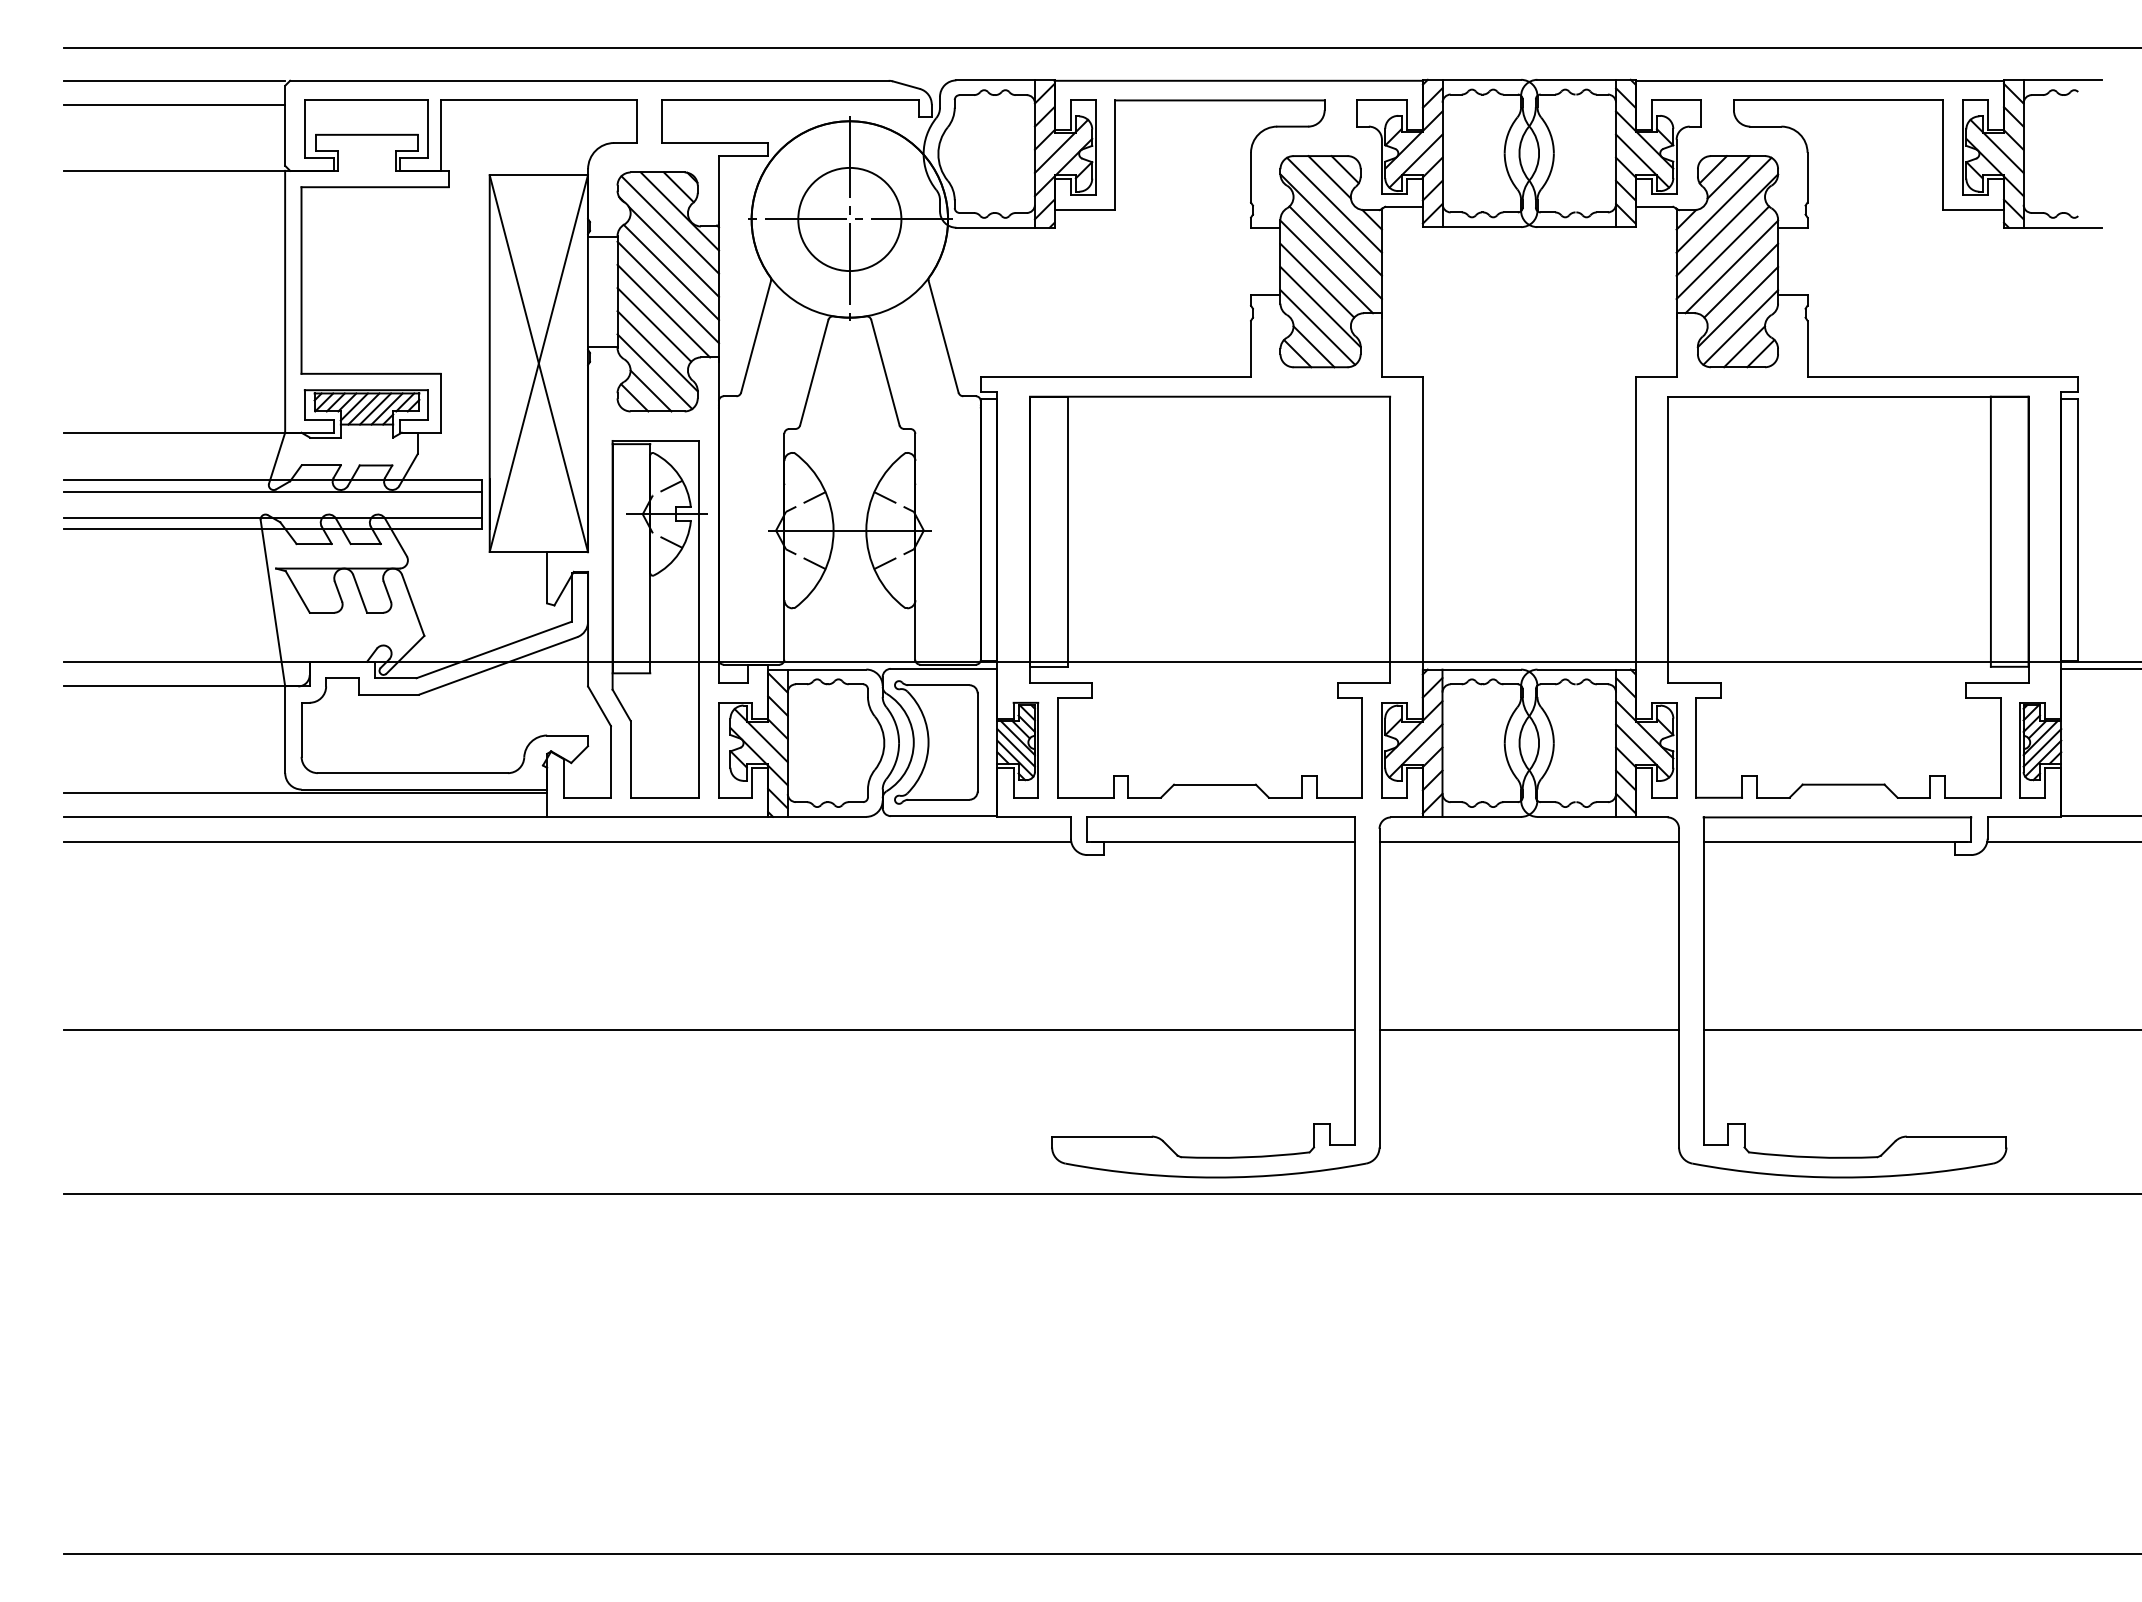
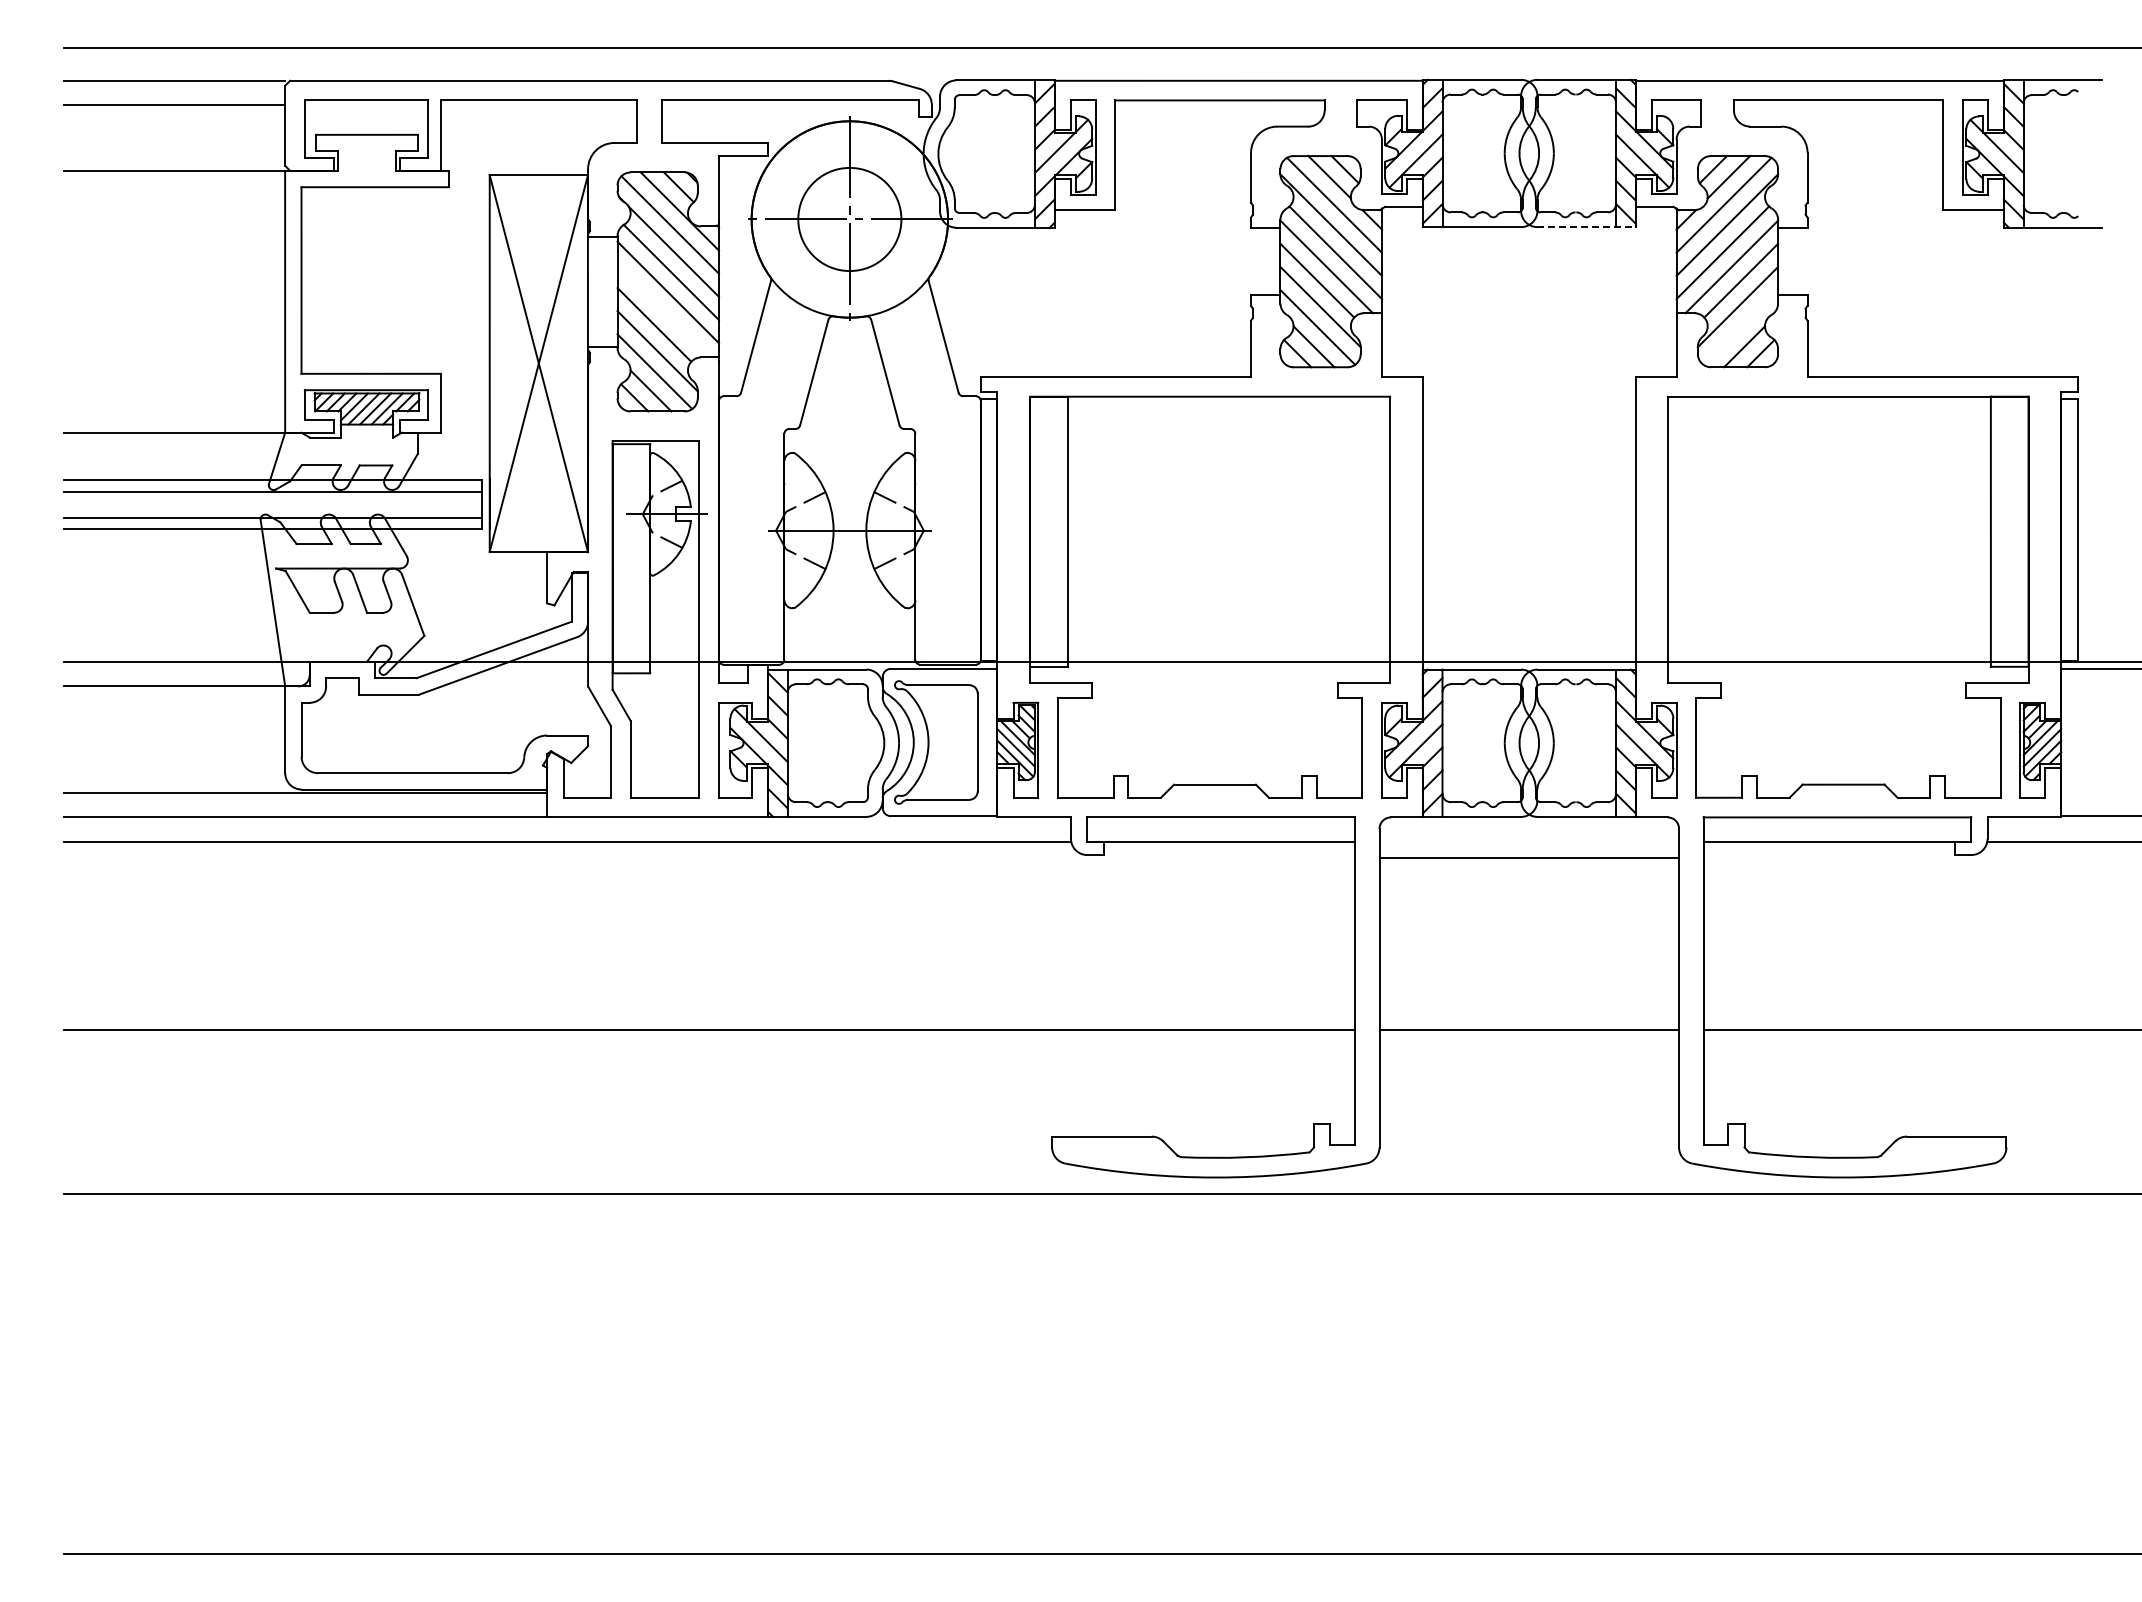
line at (1587, 227): solid -> dashed
line at (663, 310): present -> none
line at (1740, 327): present -> none
line at (1529, 841) position: (1529, 841) -> (1529, 857)
